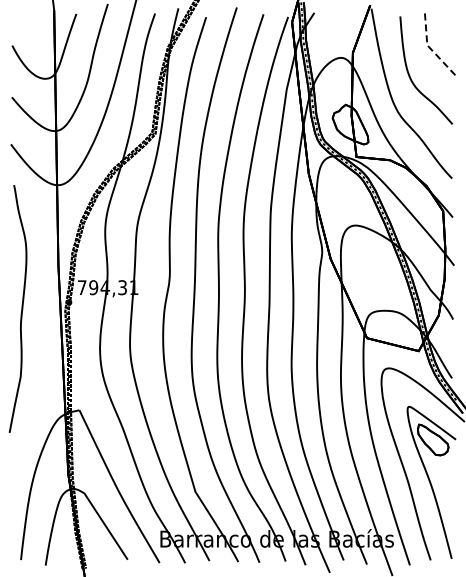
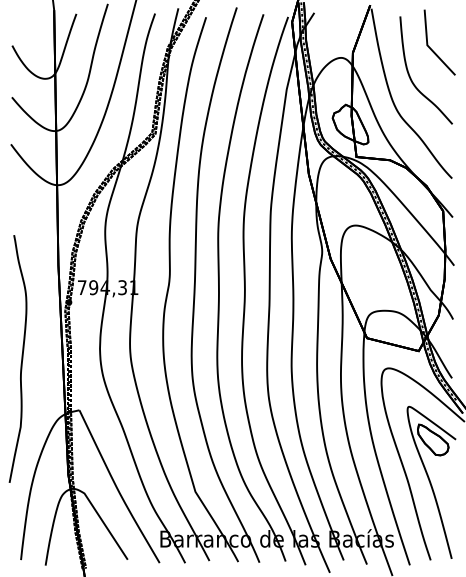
line at (428, 46): dashed -> solid
curve at (21, 308) position: (21, 308) -> (21, 358)
